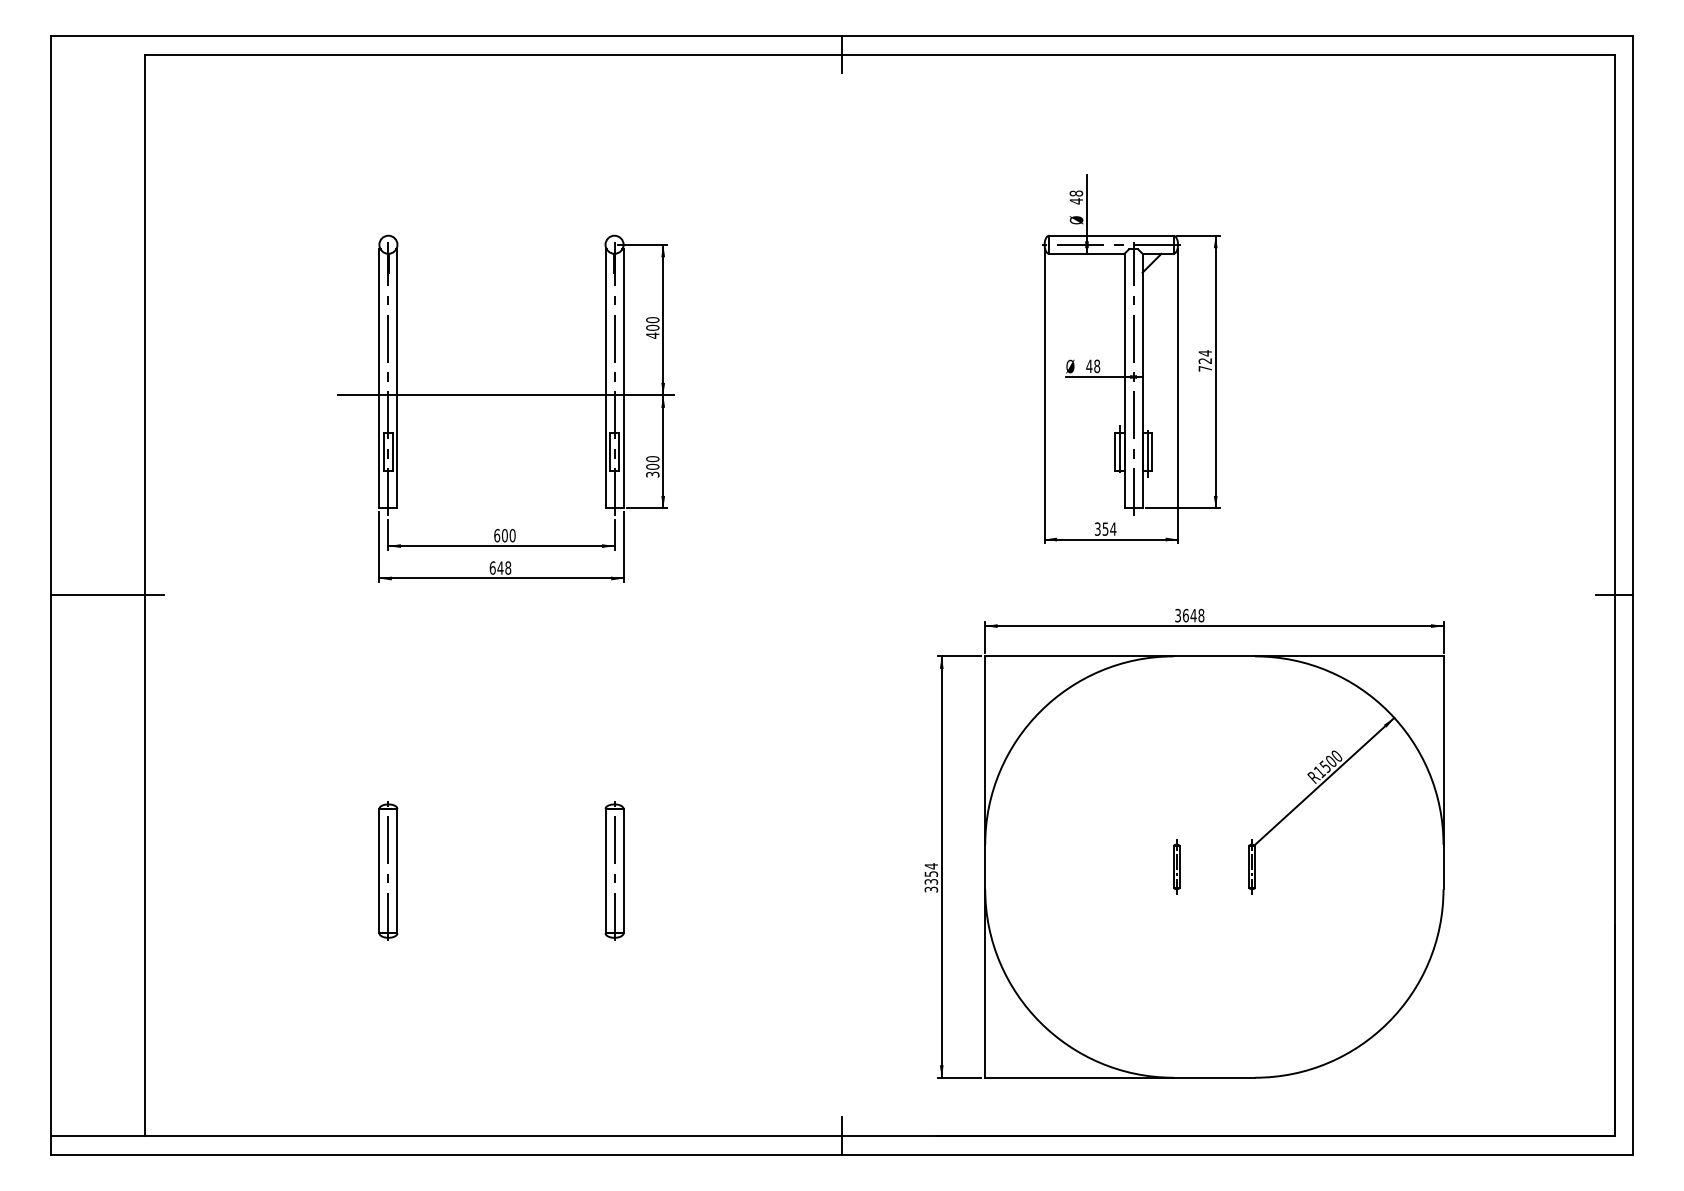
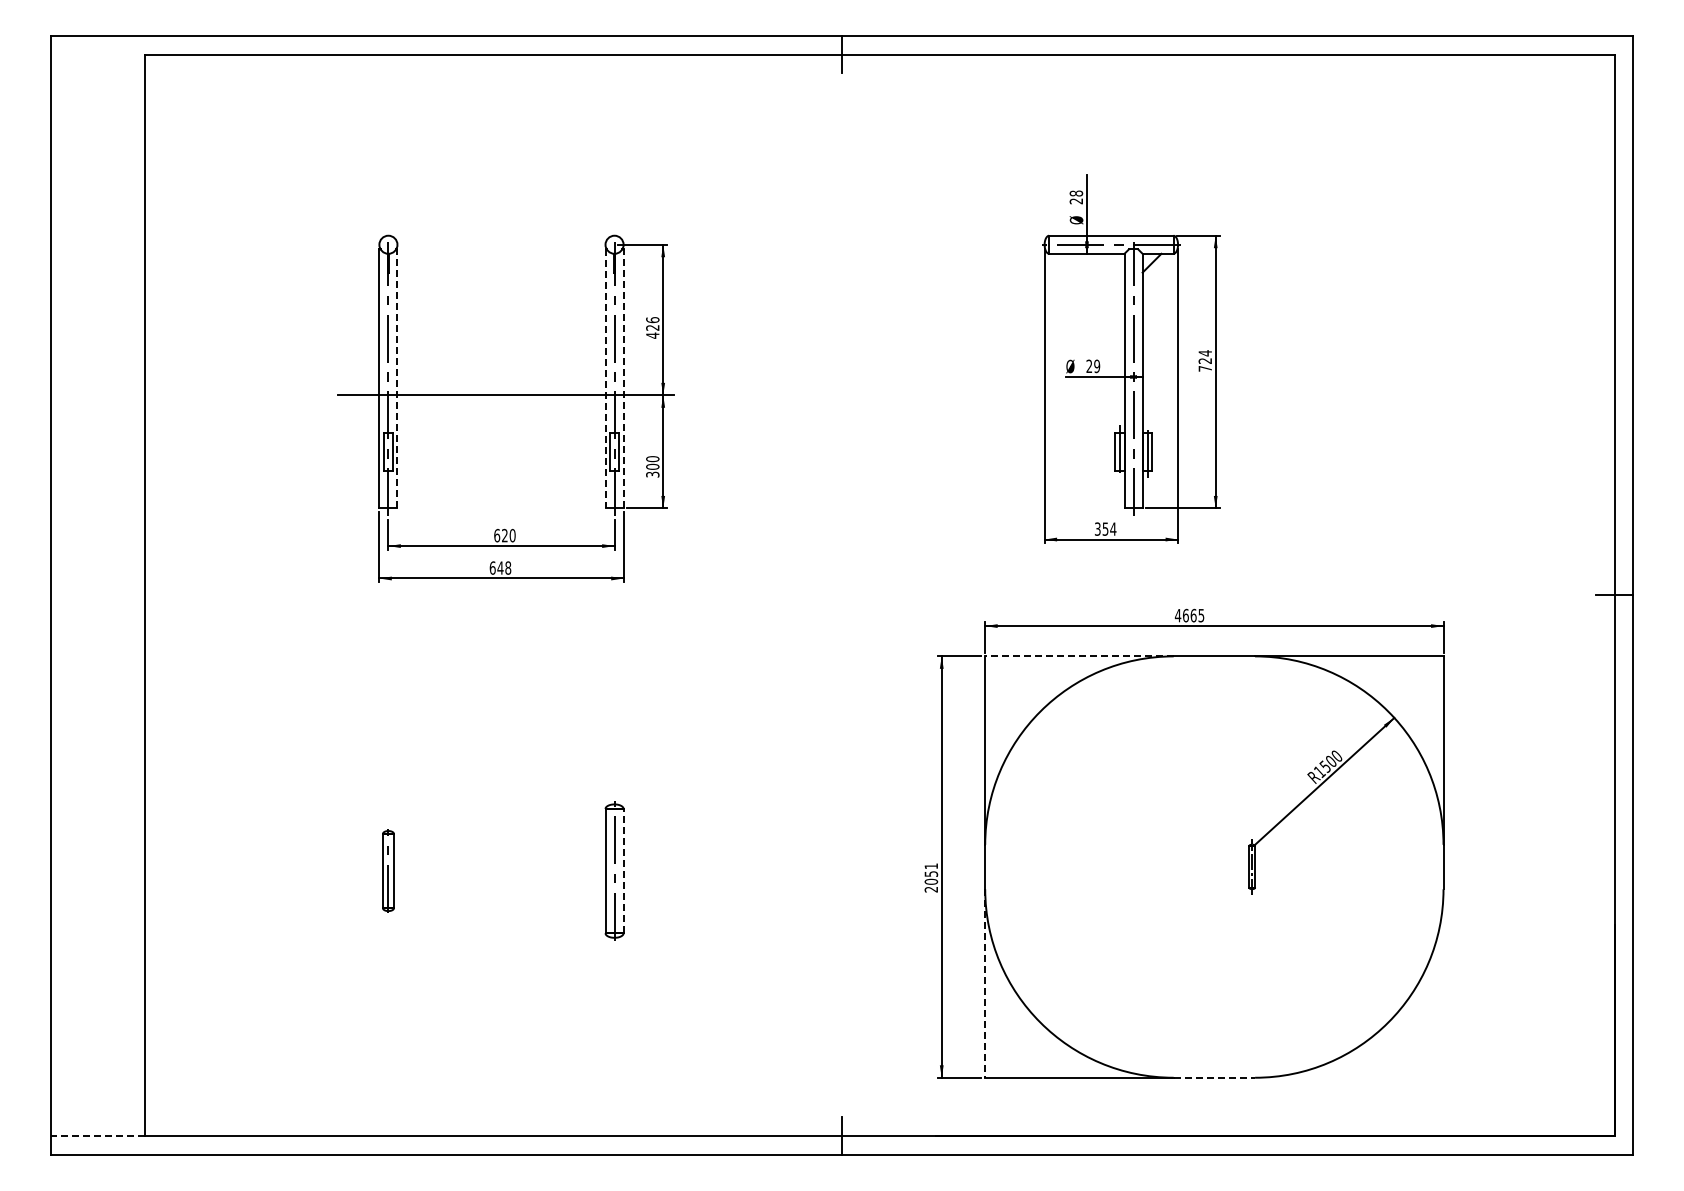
text at (1075, 201): 48 -> 28
text at (652, 323): 400 -> 426
text at (1093, 366): 48 -> 29
line at (397, 378): solid -> dashed
line at (605, 378): solid -> dashed
line at (623, 378): solid -> dashed
text at (504, 535): 600 -> 620
line at (106, 595): present -> none
text at (1189, 615): 3648 -> 4665
line at (1078, 656): solid -> dashed
part at (1176, 866): present -> none
part at (388, 870) size: 21x140 px -> 13x84 px
line at (623, 870): solid -> dashed
text at (931, 877): 3354 -> 2051
line at (985, 984): solid -> dashed
line at (1214, 1077): solid -> dashed
line at (97, 1136): solid -> dashed
